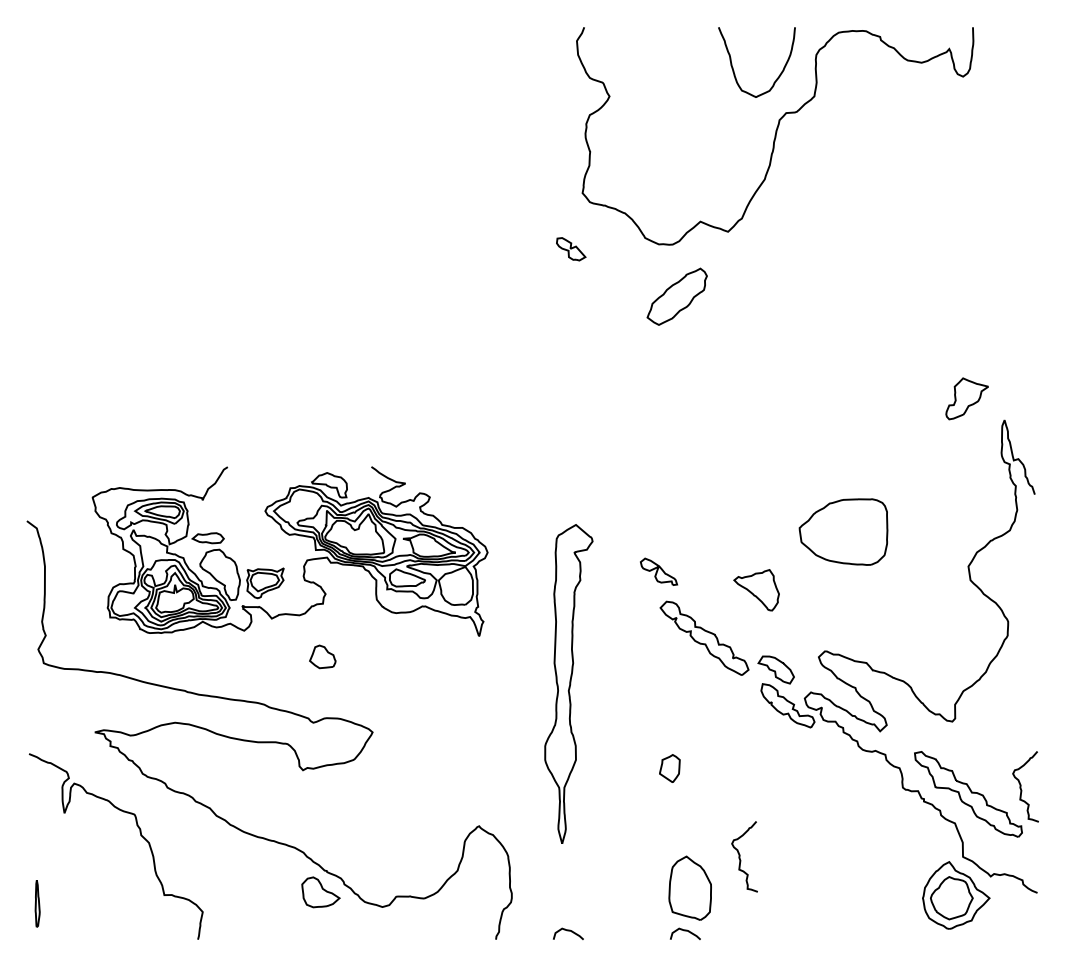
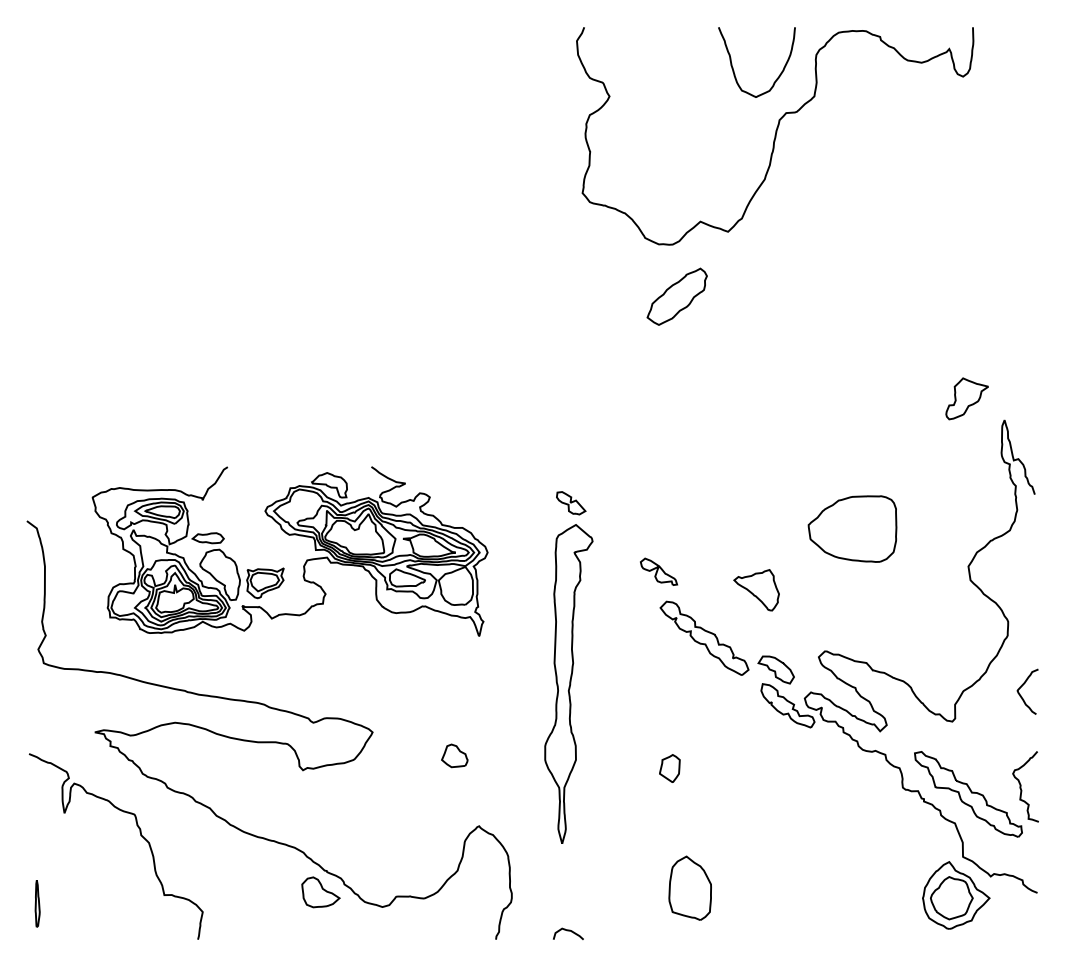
part at (571, 249) position: (571, 249) -> (571, 503)
part at (843, 531) position: (843, 531) -> (852, 528)
part at (322, 656) position: (322, 656) -> (454, 755)
curve at (1022, 686): none -> present
curve at (740, 856): present -> none
curve at (684, 931): present -> none
